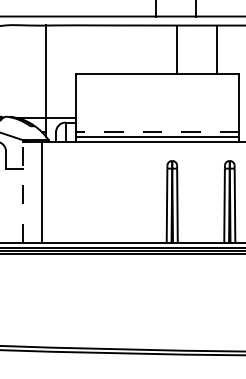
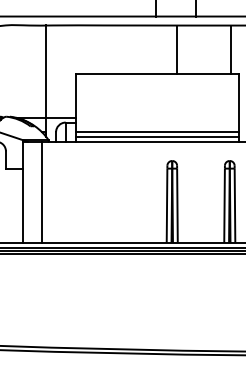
line at (216, 49) position: (216, 49) -> (230, 49)
line at (157, 132): dashed -> solid
line at (22, 192): dashed -> solid
